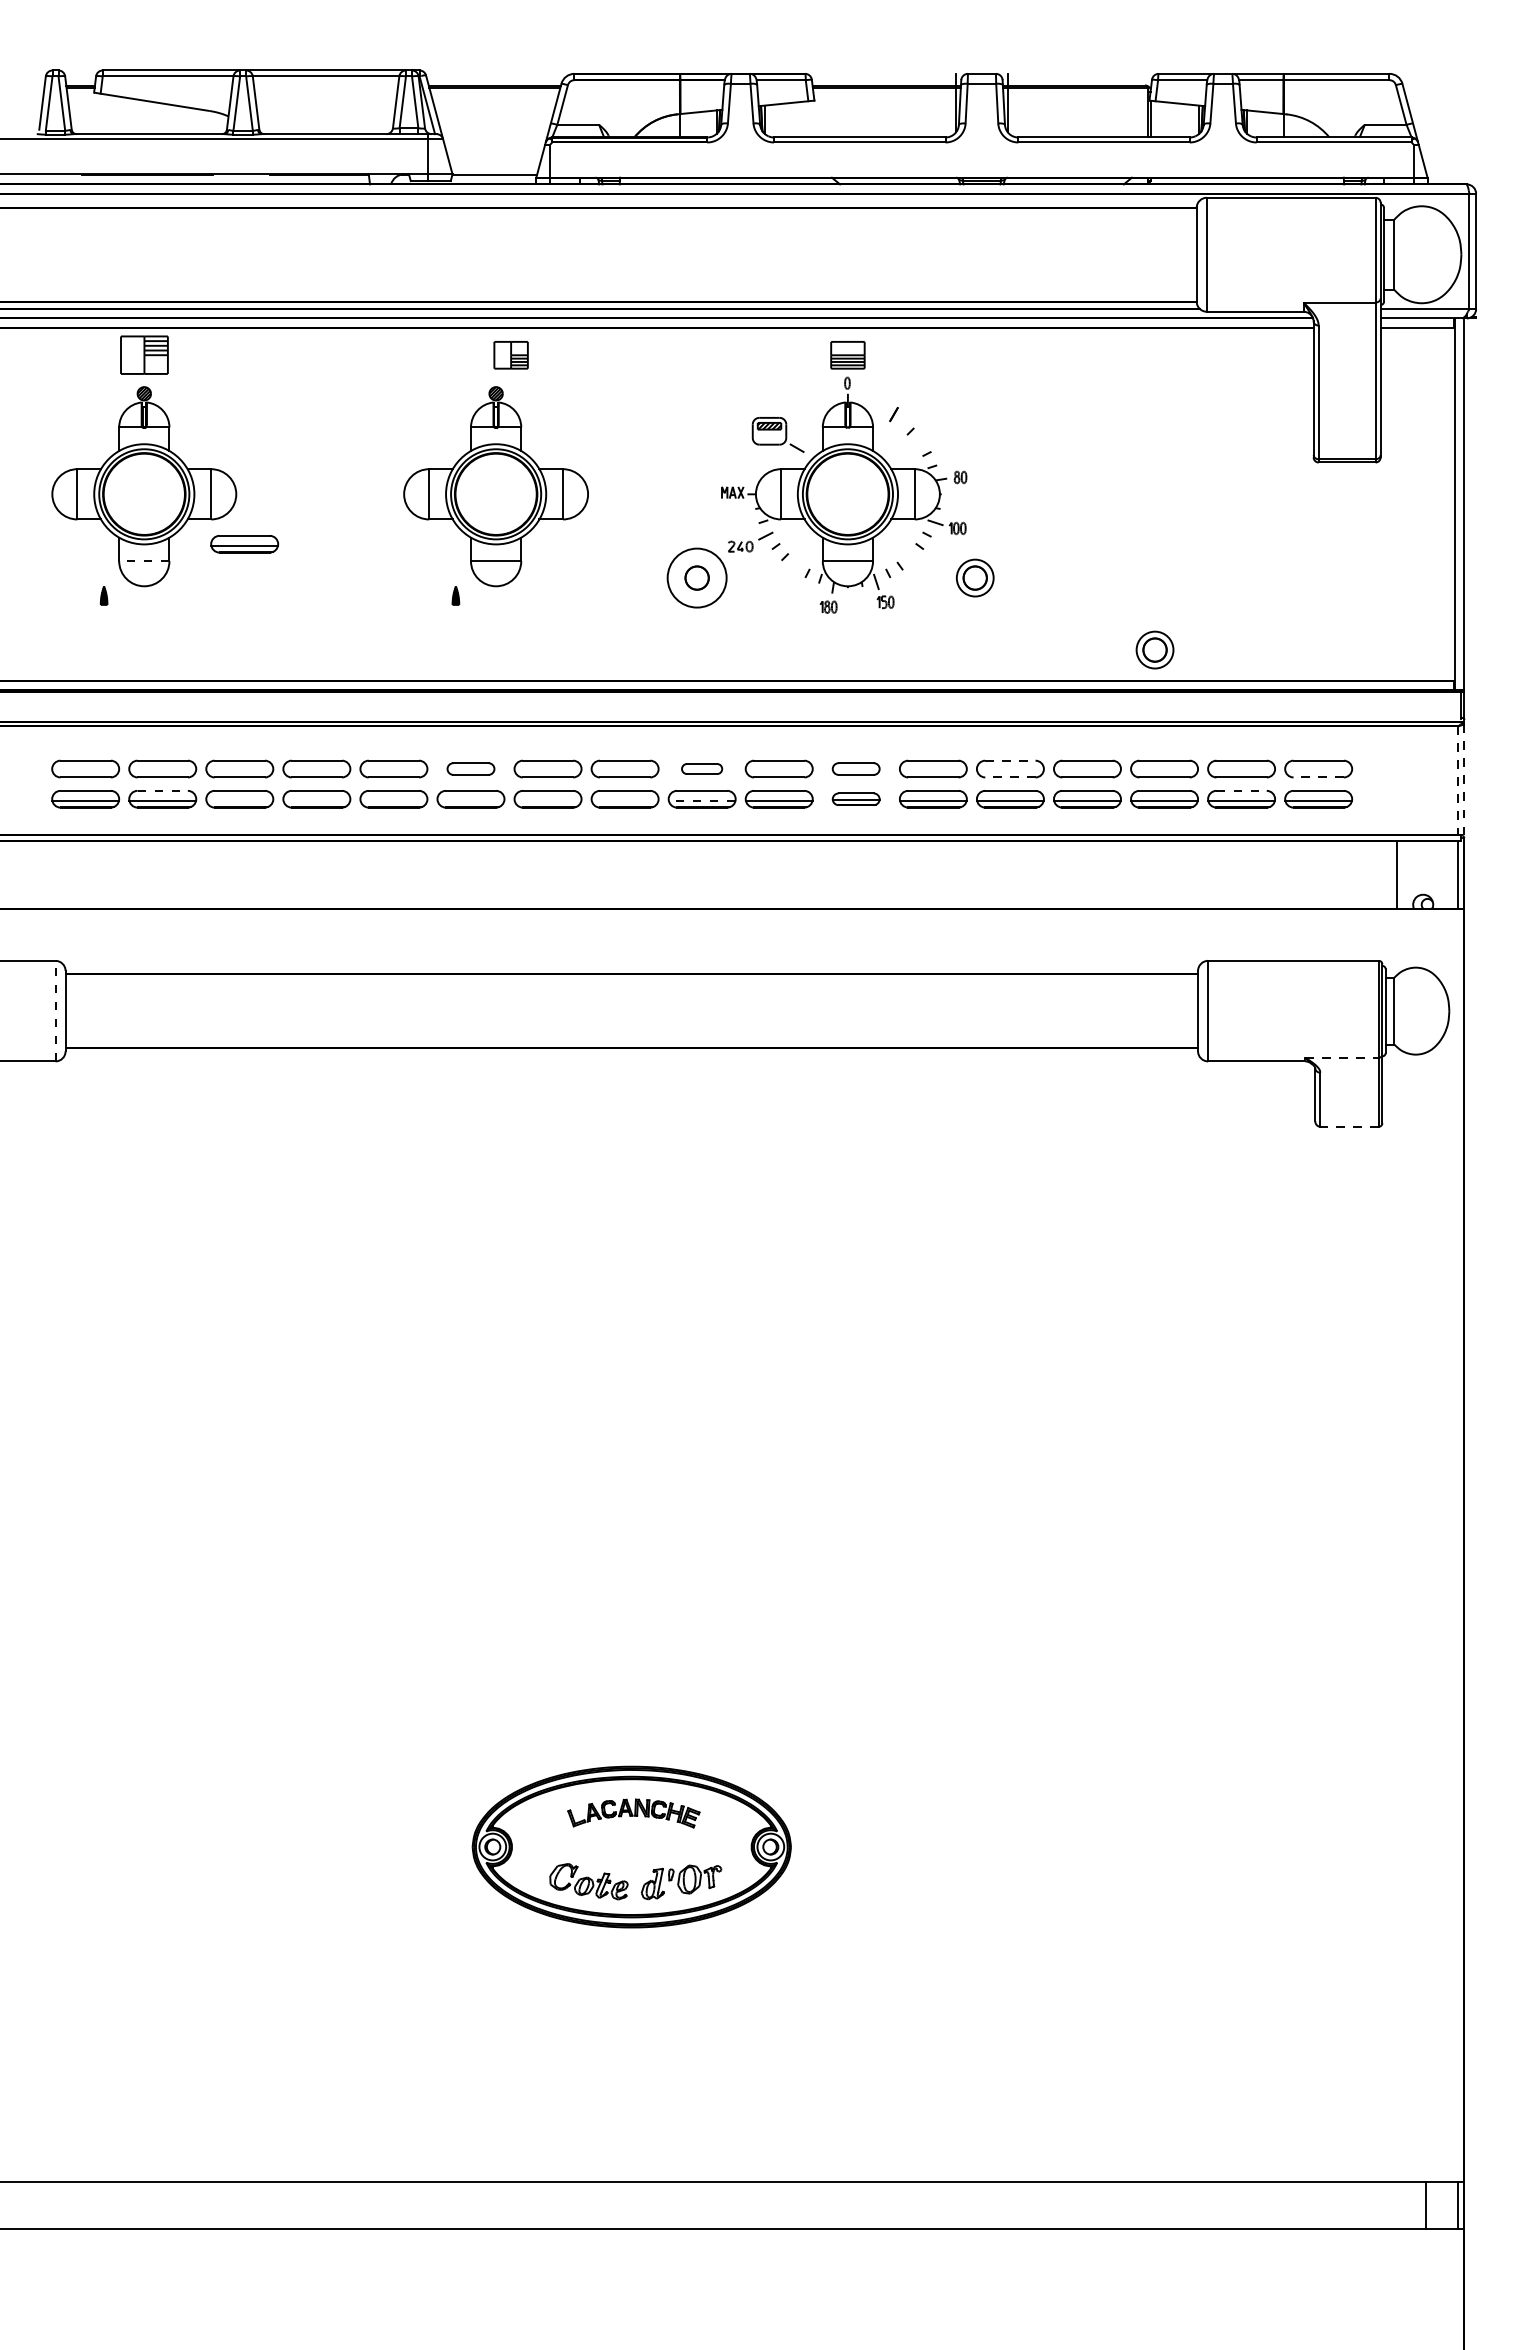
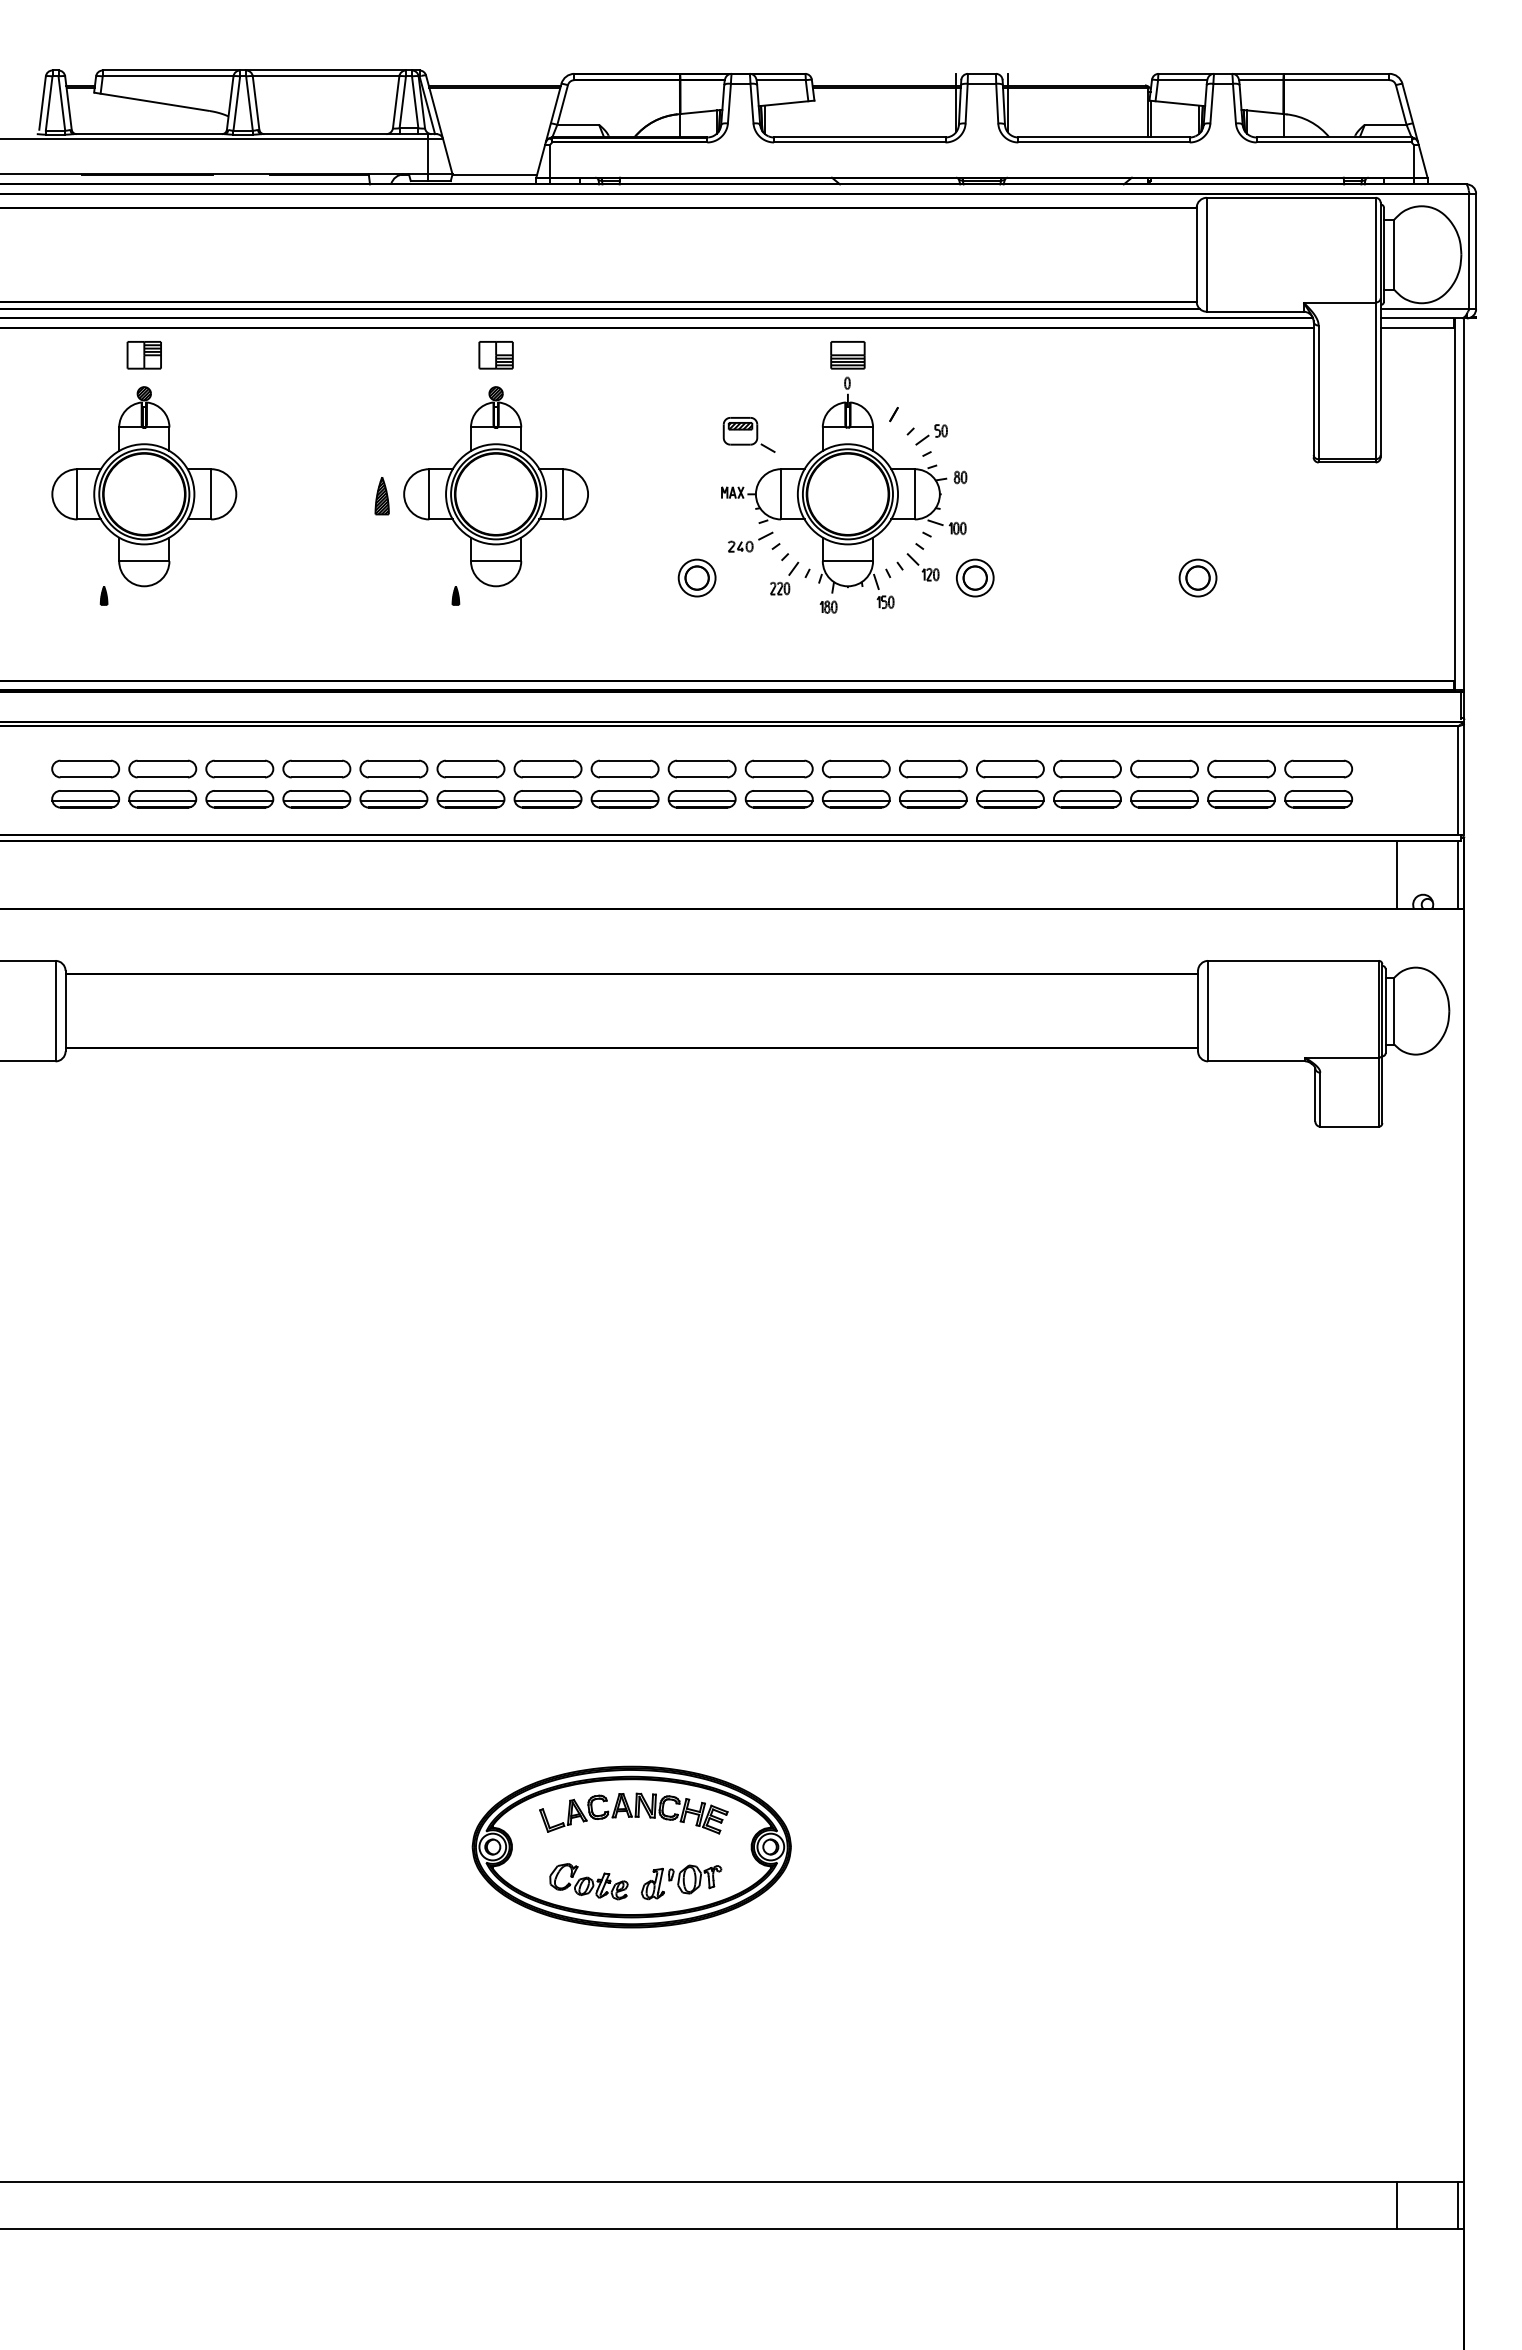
part at (144, 354) size: 49x40 px -> 36x29 px
part at (510, 355) position: (510, 355) -> (495, 355)
part at (777, 434) position: (777, 434) -> (748, 434)
part at (931, 434): none -> present
part at (381, 496): none -> present
part at (244, 544): present -> none
line at (143, 561): dashed -> solid
part at (922, 567): none -> present
circle at (696, 577) diameter: 59 px -> 37 px
part at (784, 578): none -> present
part at (1154, 649) position: (1154, 649) -> (1197, 577)
line at (1010, 760): dashed -> solid
part at (470, 768) size: 50x14 px -> 70x20 px
part at (702, 768) size: 43x12 px -> 70x20 px
part at (855, 768) size: 50x14 px -> 70x20 px
line at (1009, 777): dashed -> solid
line at (1318, 777): dashed -> solid
line at (1464, 780): dashed -> solid
line at (1458, 781): dashed -> solid
line at (163, 790): dashed -> solid
line at (1242, 790): dashed -> solid
part at (855, 798) size: 50x14 px -> 70x19 px
line at (239, 800): none -> present
line at (316, 800): none -> present
line at (393, 800): none -> present
line at (470, 800): none -> present
line at (547, 800): none -> present
line at (624, 800): none -> present
line at (701, 800): dashed -> solid
line at (55, 1010): dashed -> solid
line at (1342, 1057): dashed -> solid
line at (1349, 1126): dashed -> solid
part at (633, 1813) size: 134x31 px -> 190x43 px
line at (1426, 2205) position: (1426, 2205) -> (1397, 2205)
